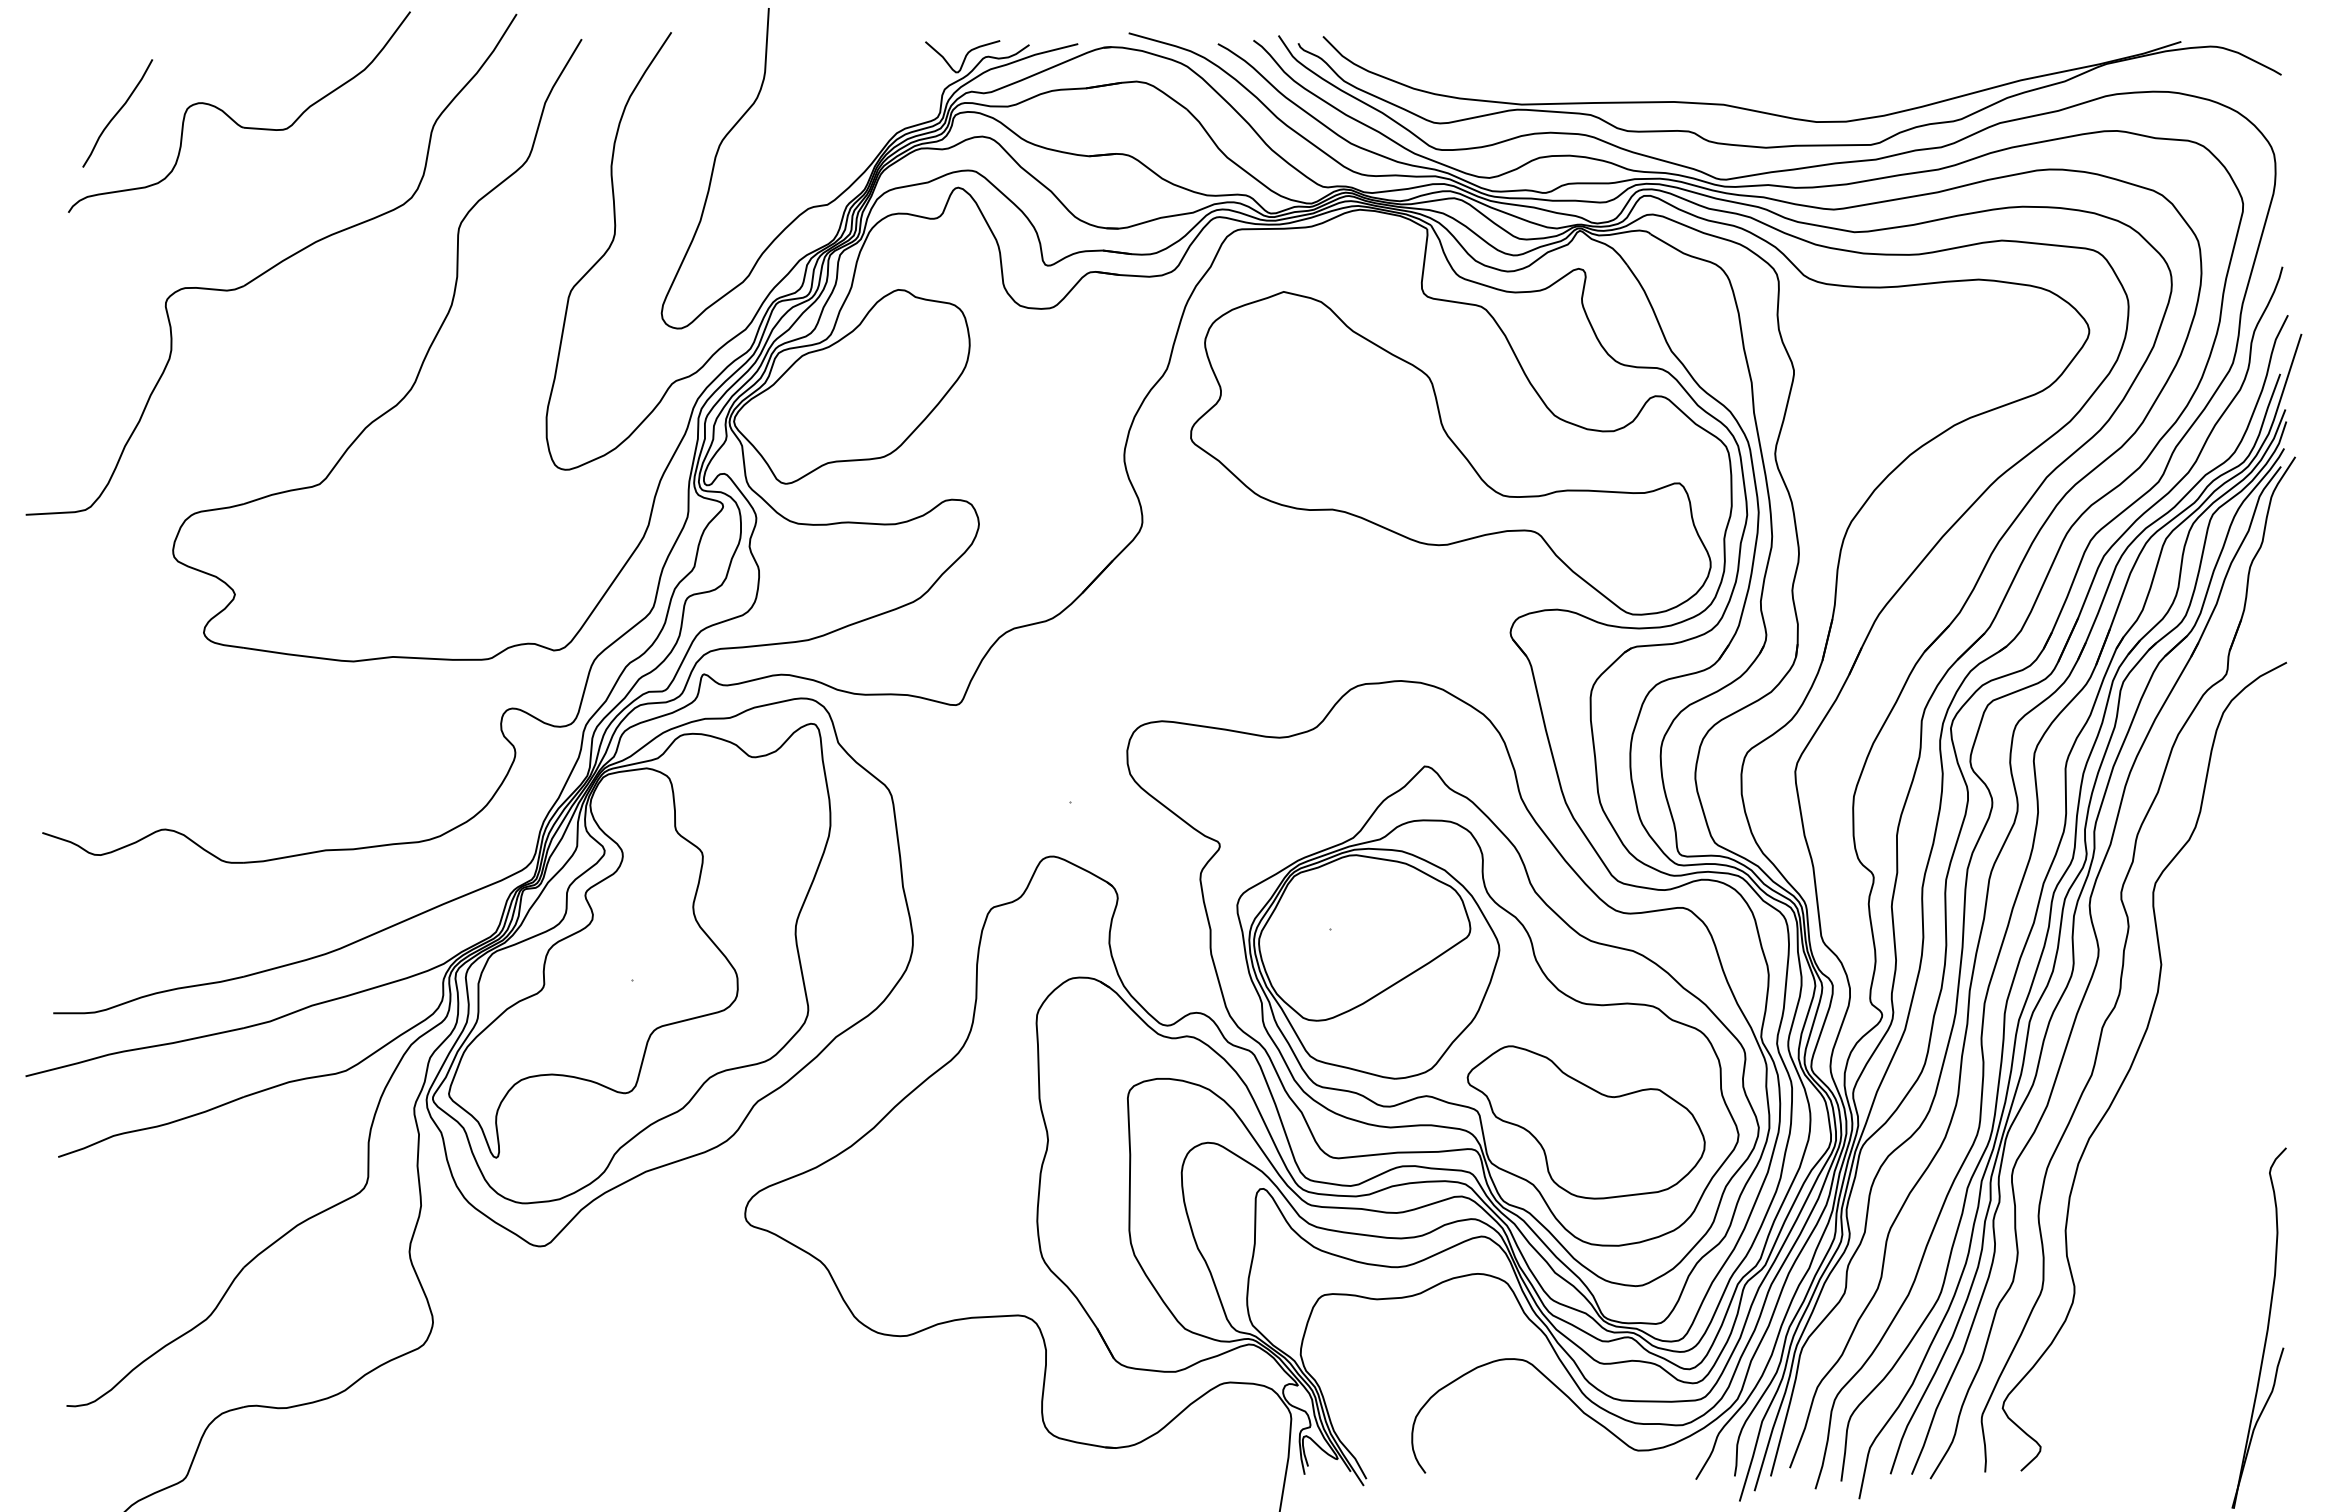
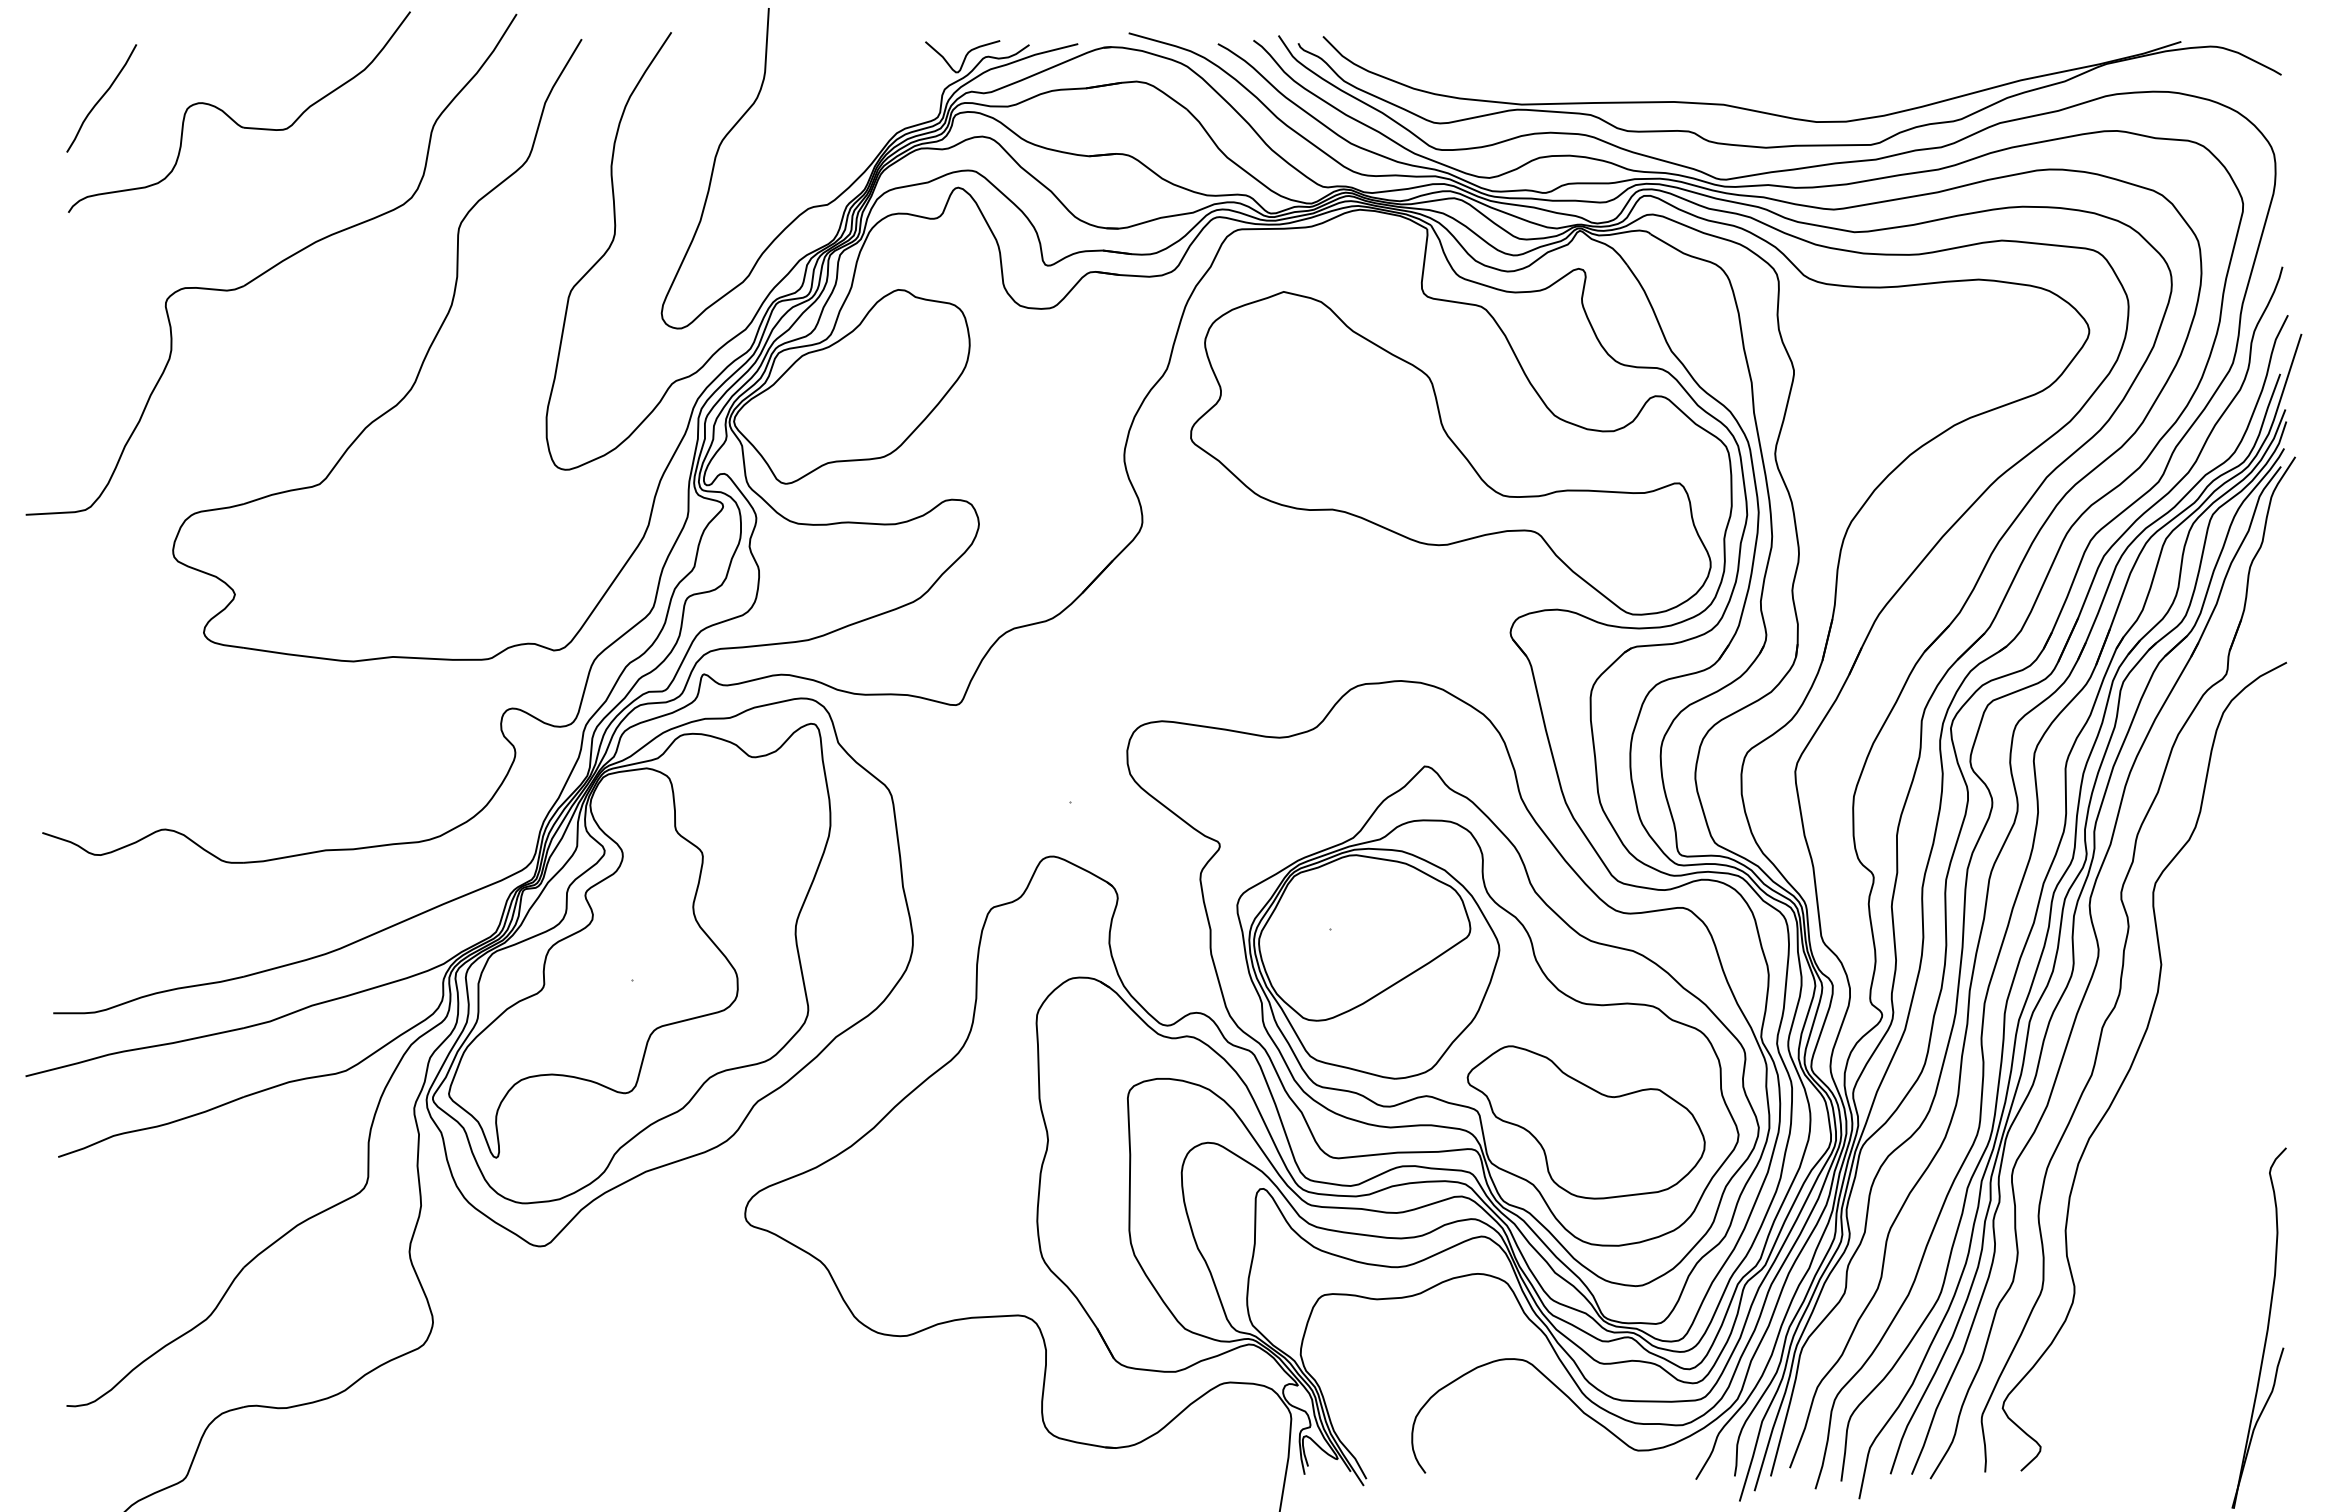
curve at (117, 113) position: (117, 113) -> (101, 98)
